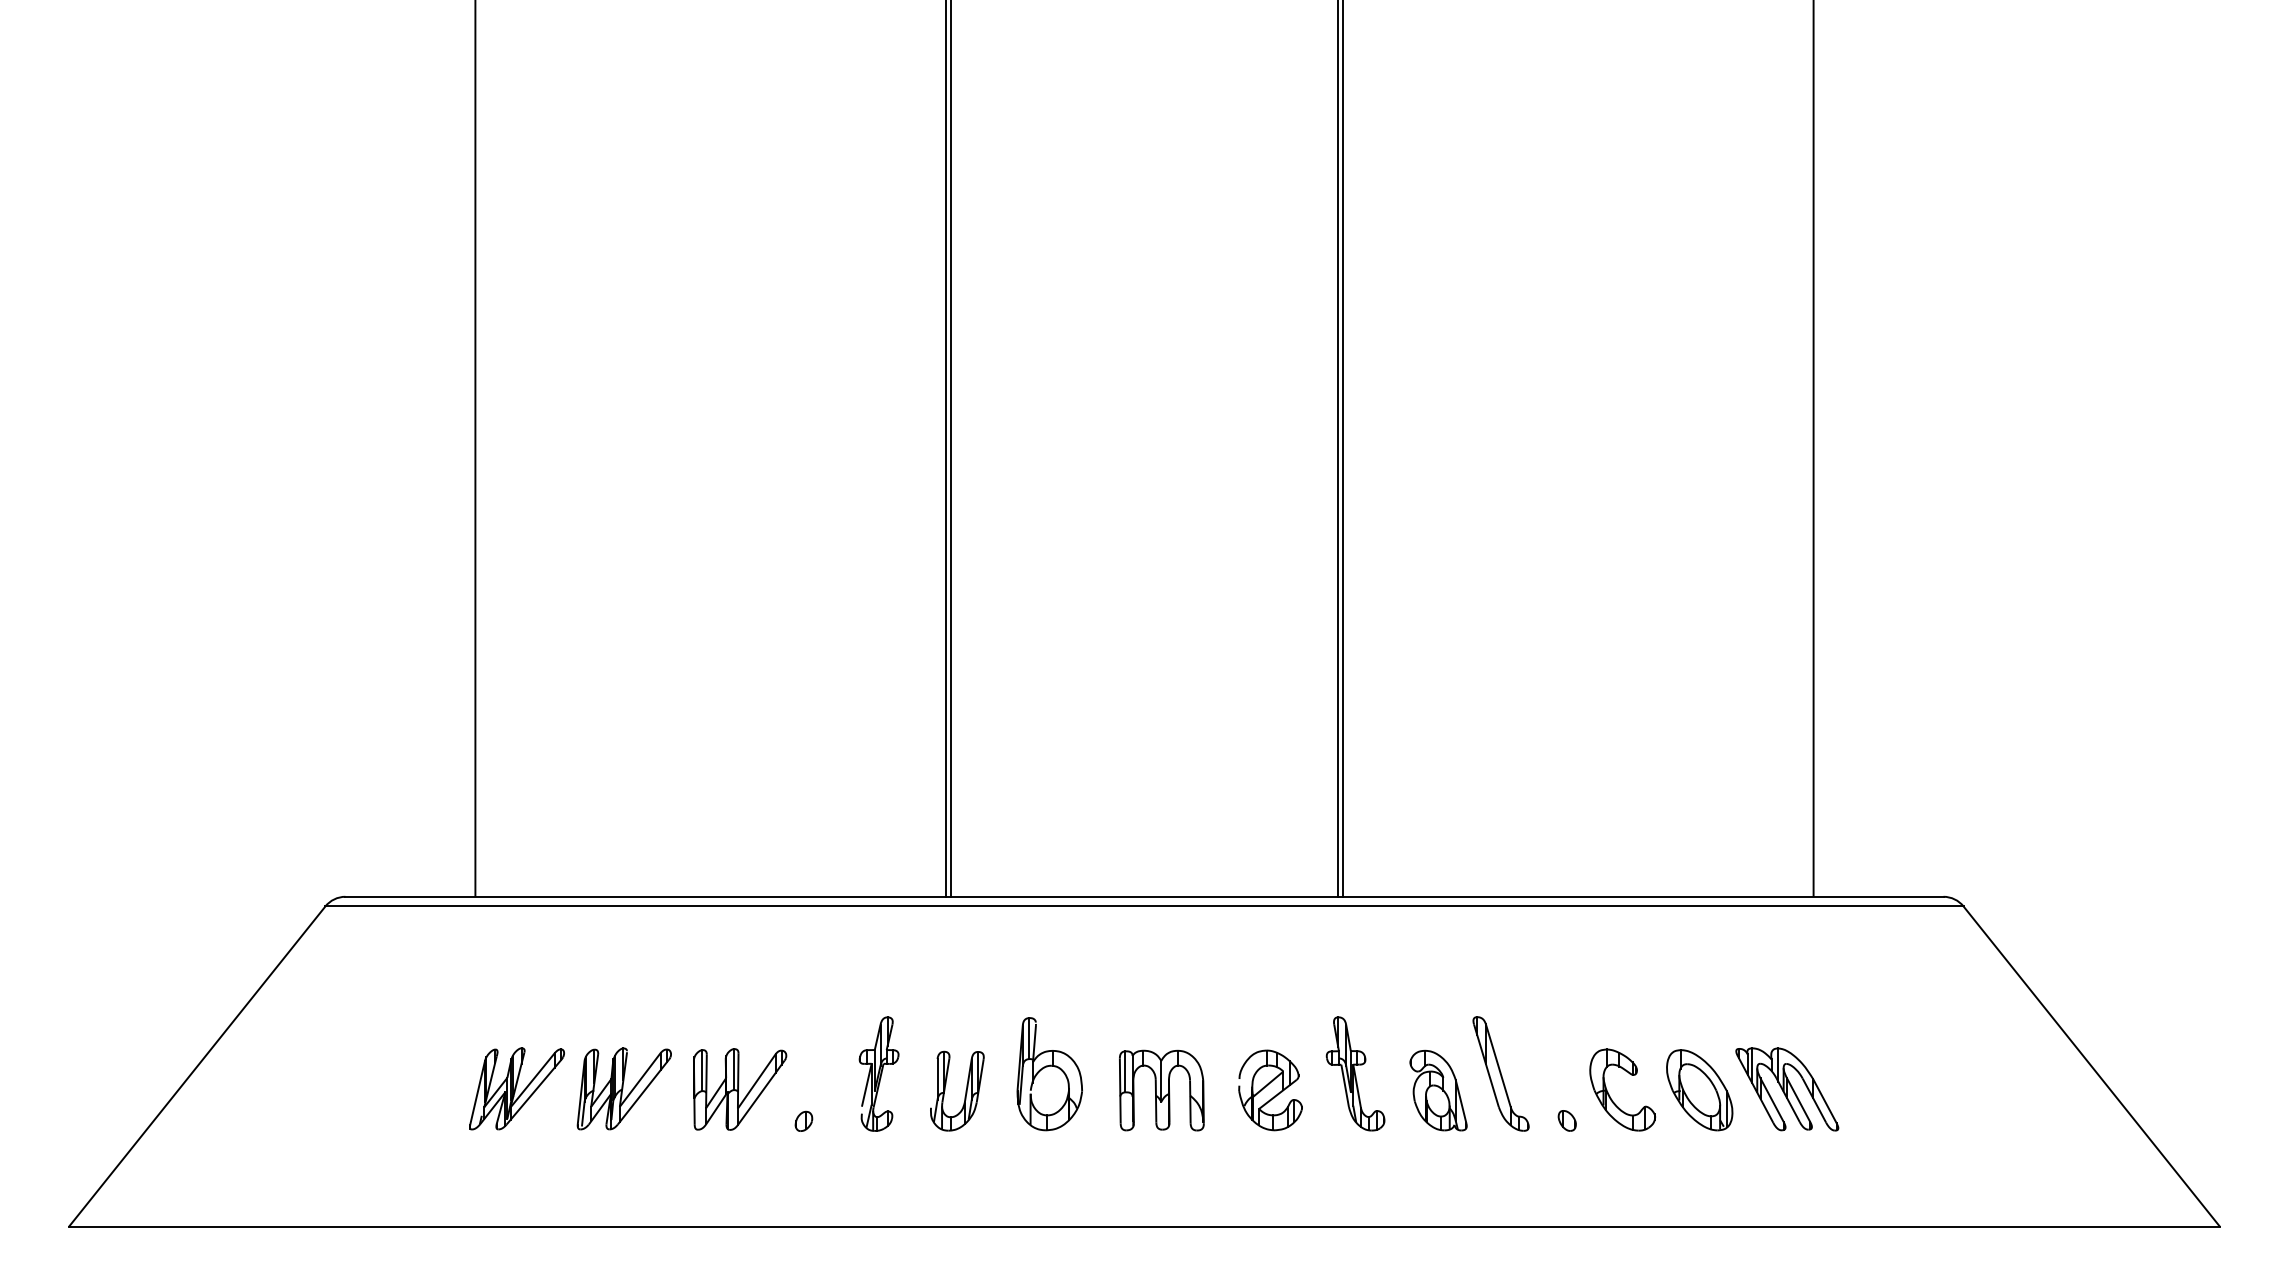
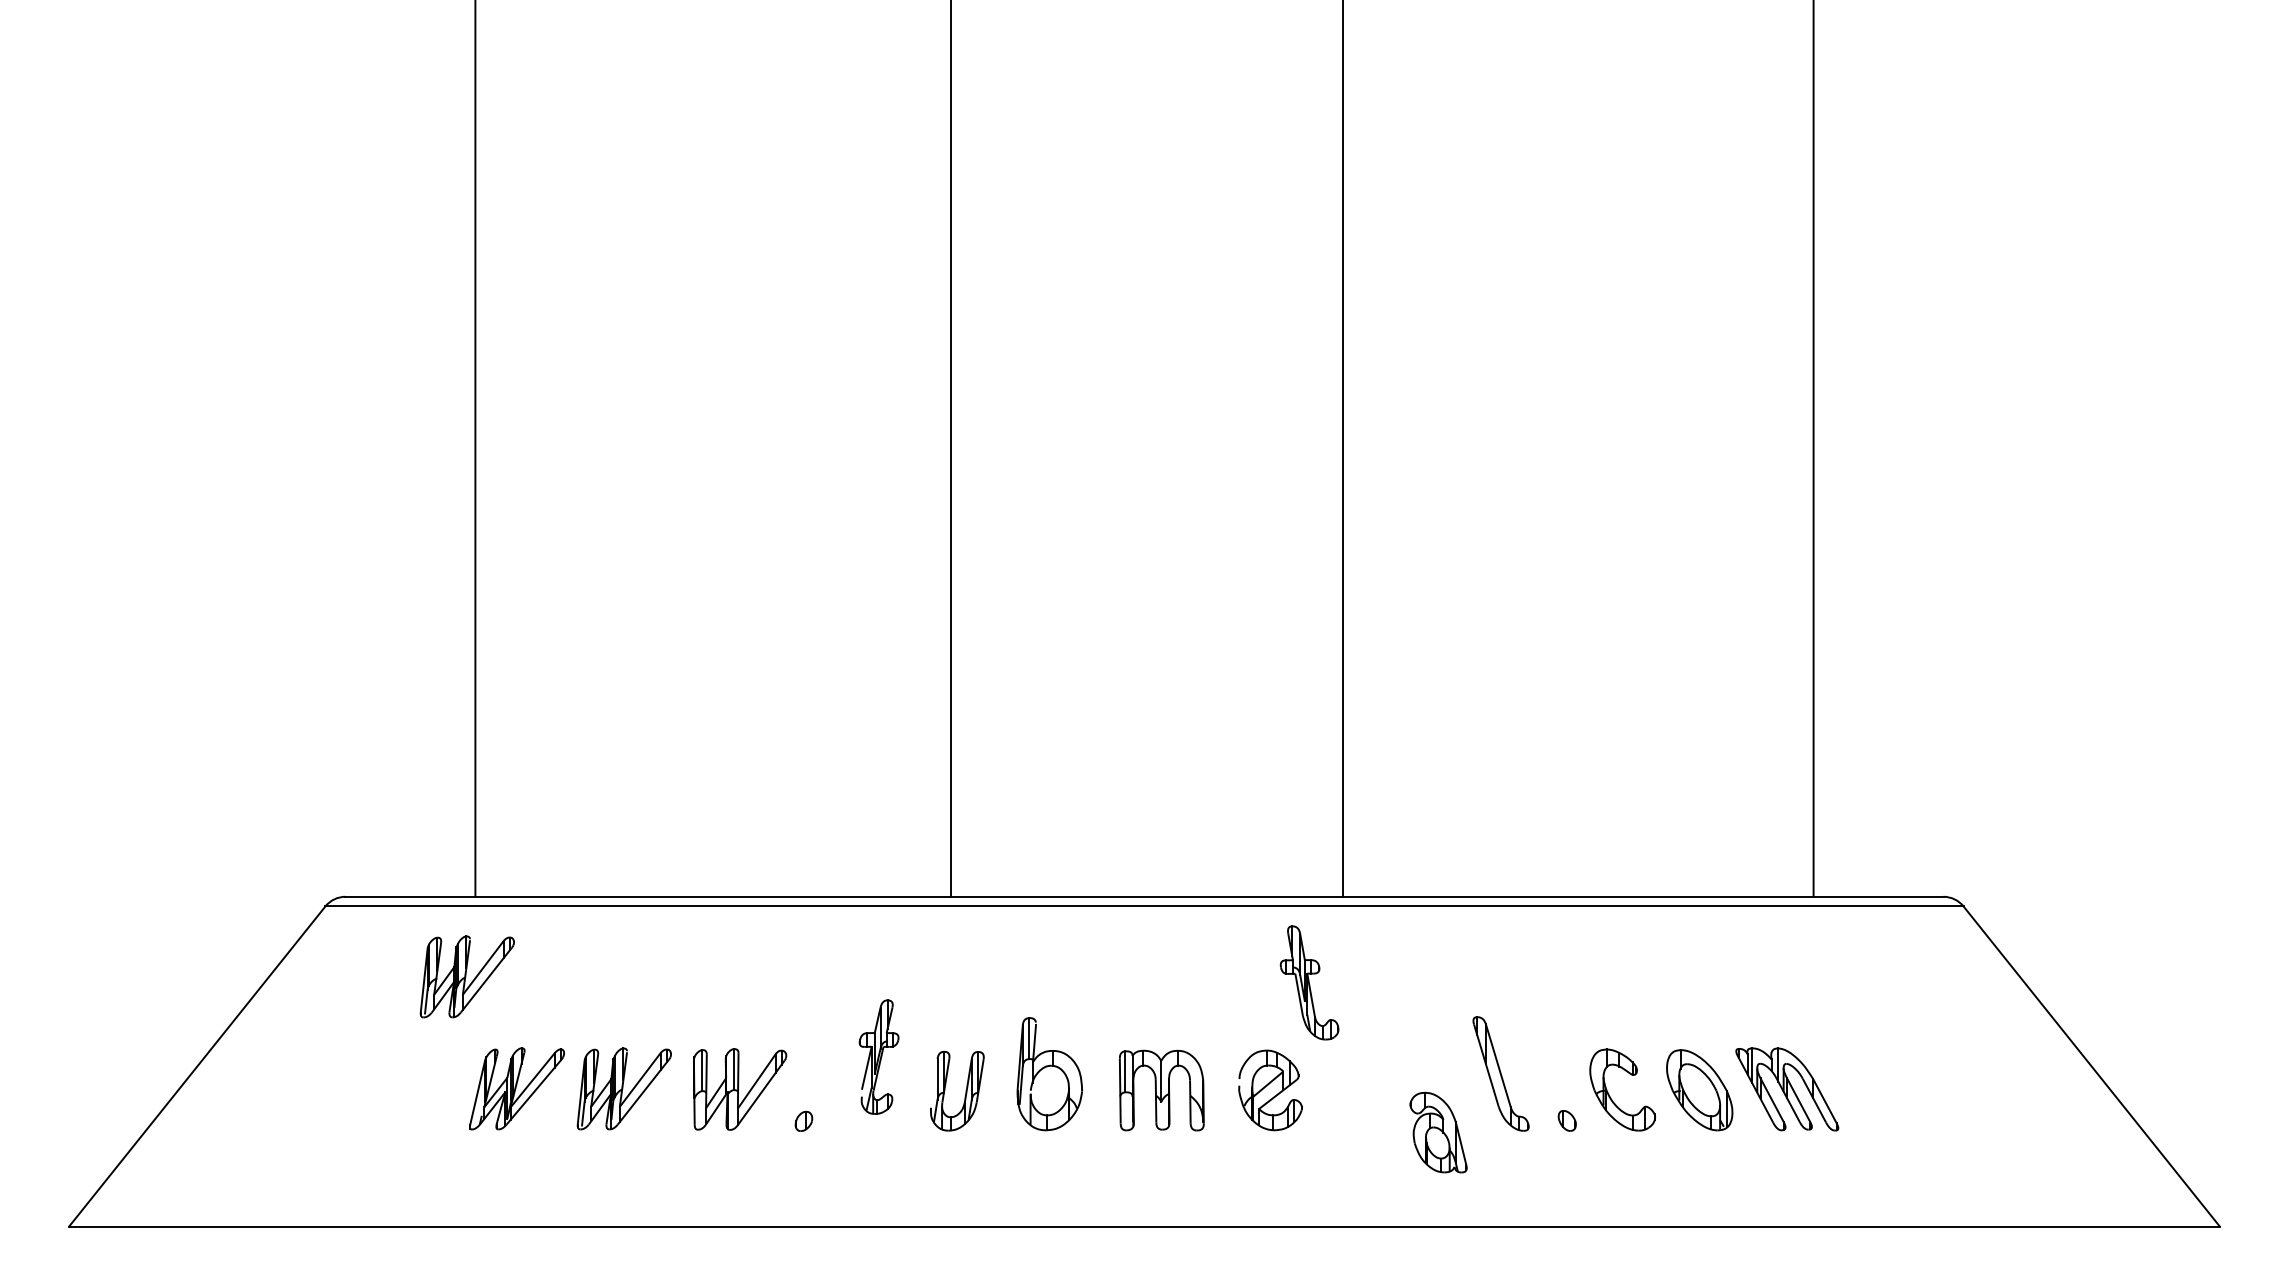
line at (945, 449): present -> none
line at (1338, 449): present -> none
part at (466, 976): none -> present
part at (878, 1073) position: (878, 1073) -> (878, 1056)
part at (1355, 1073) position: (1355, 1073) -> (1309, 982)
part at (1438, 1090) position: (1438, 1090) -> (1438, 1132)
